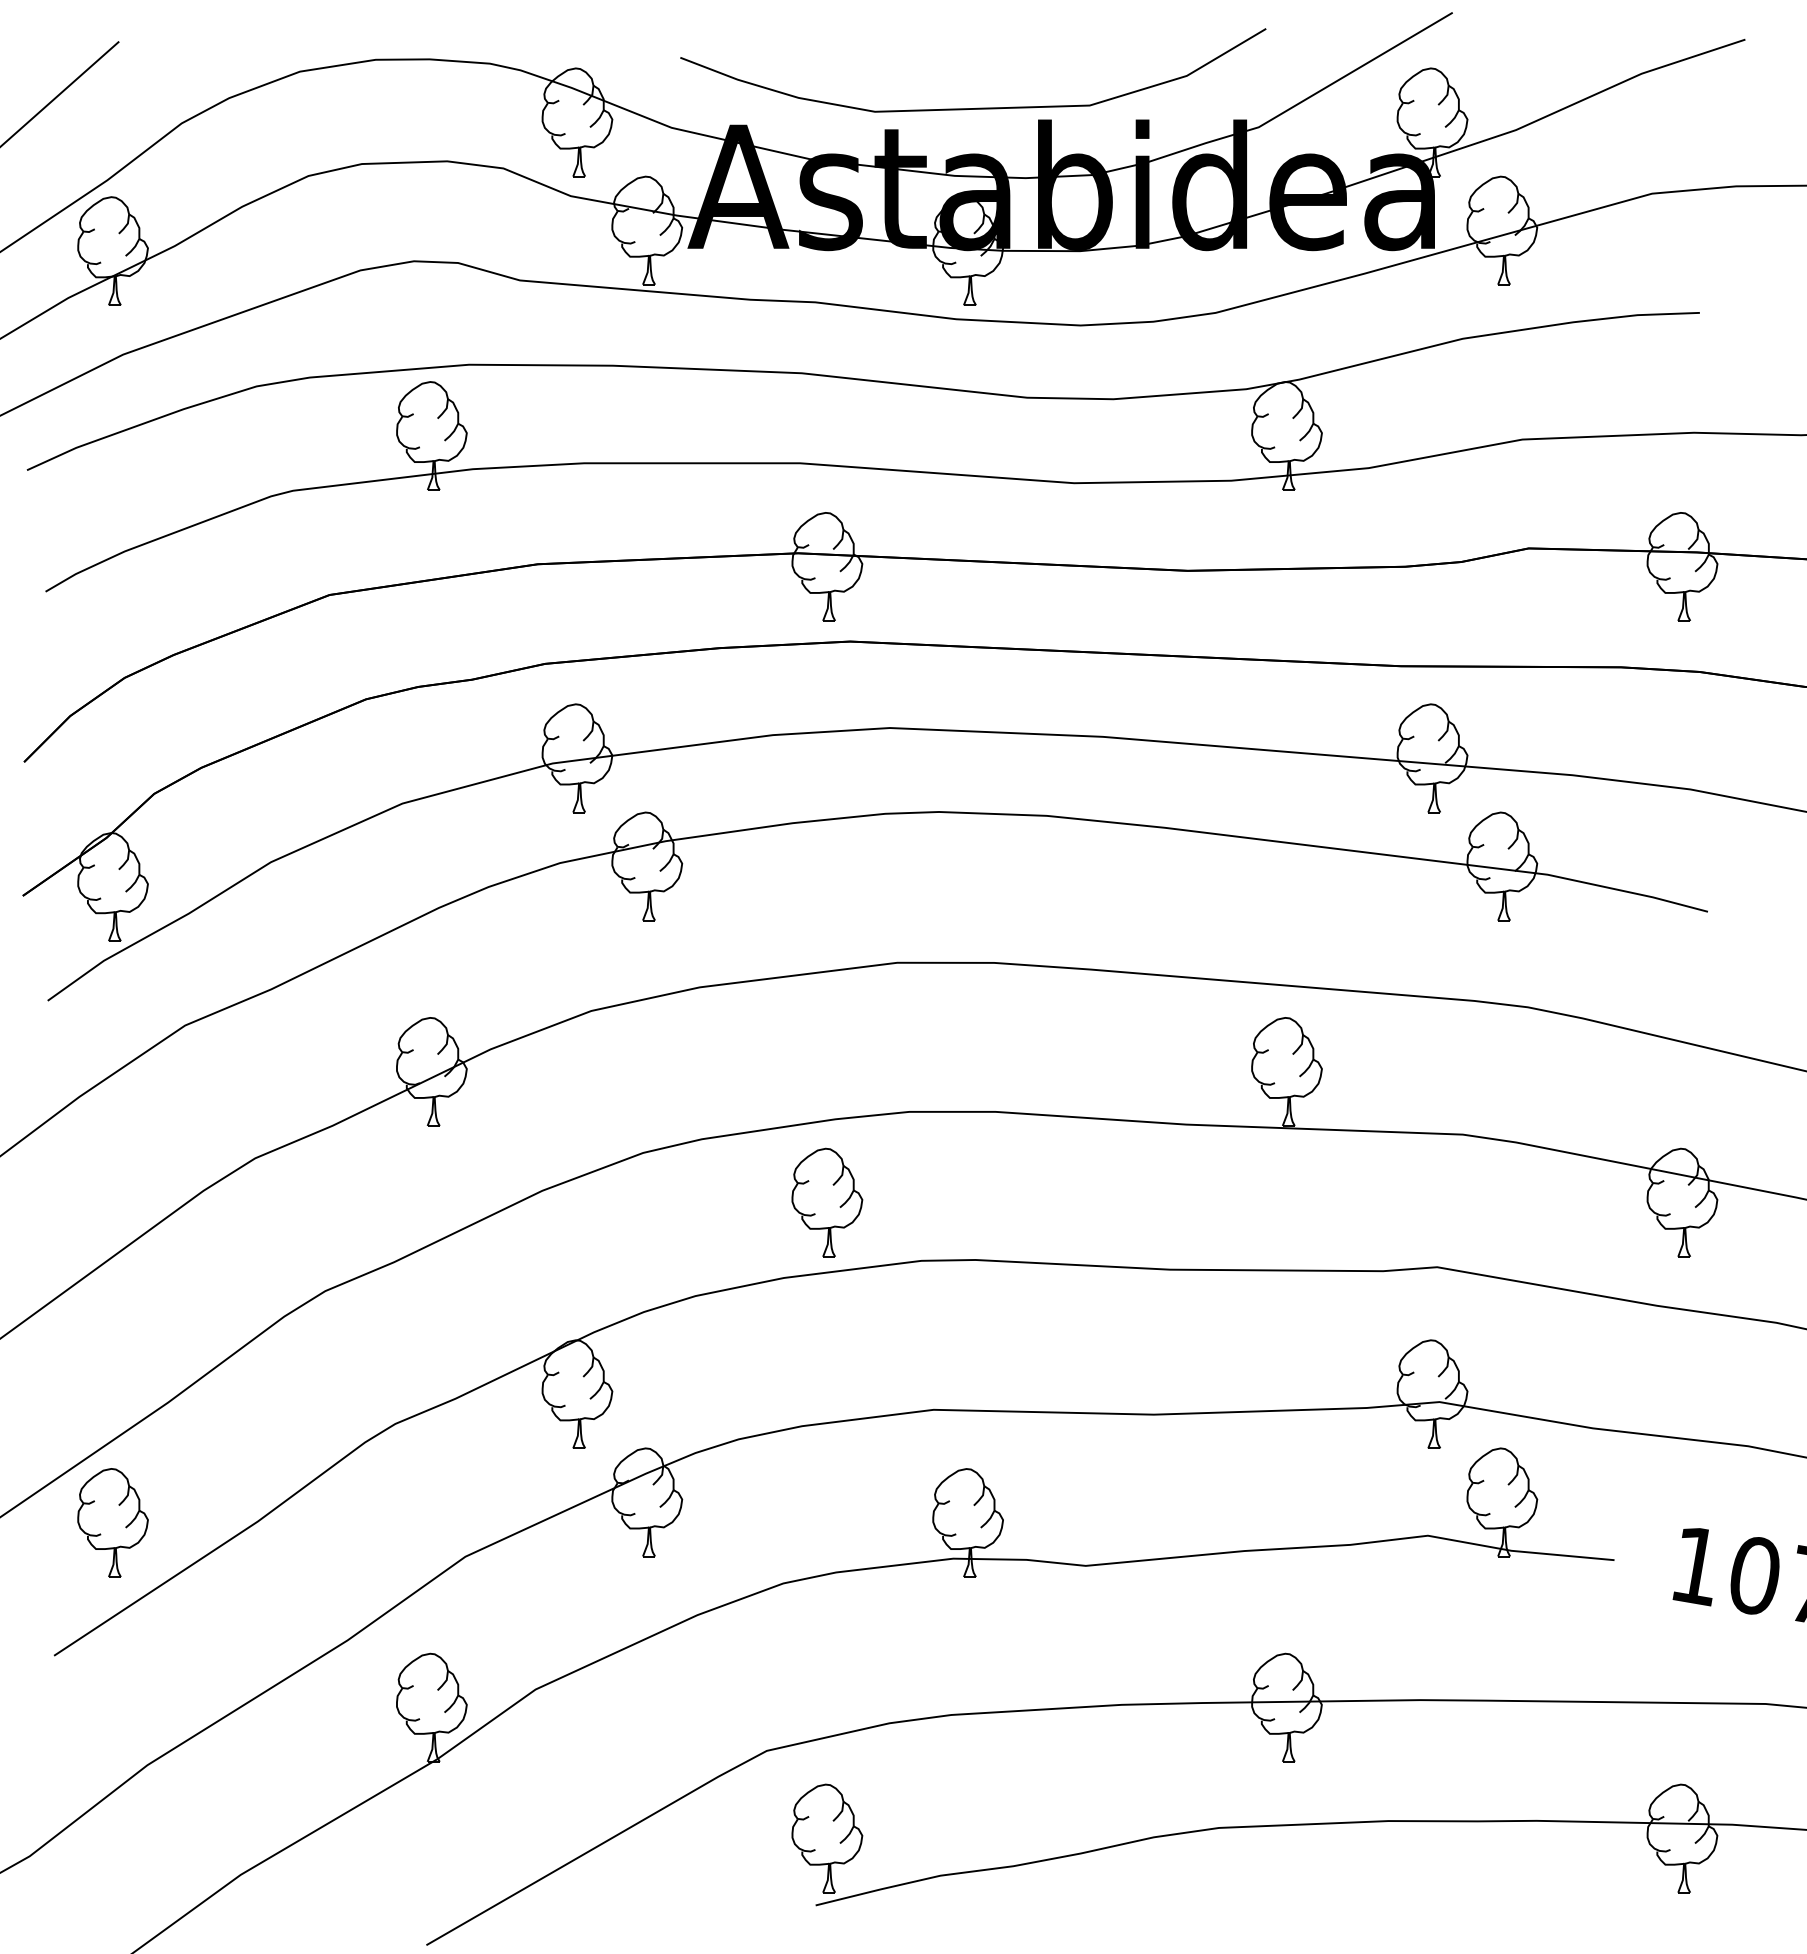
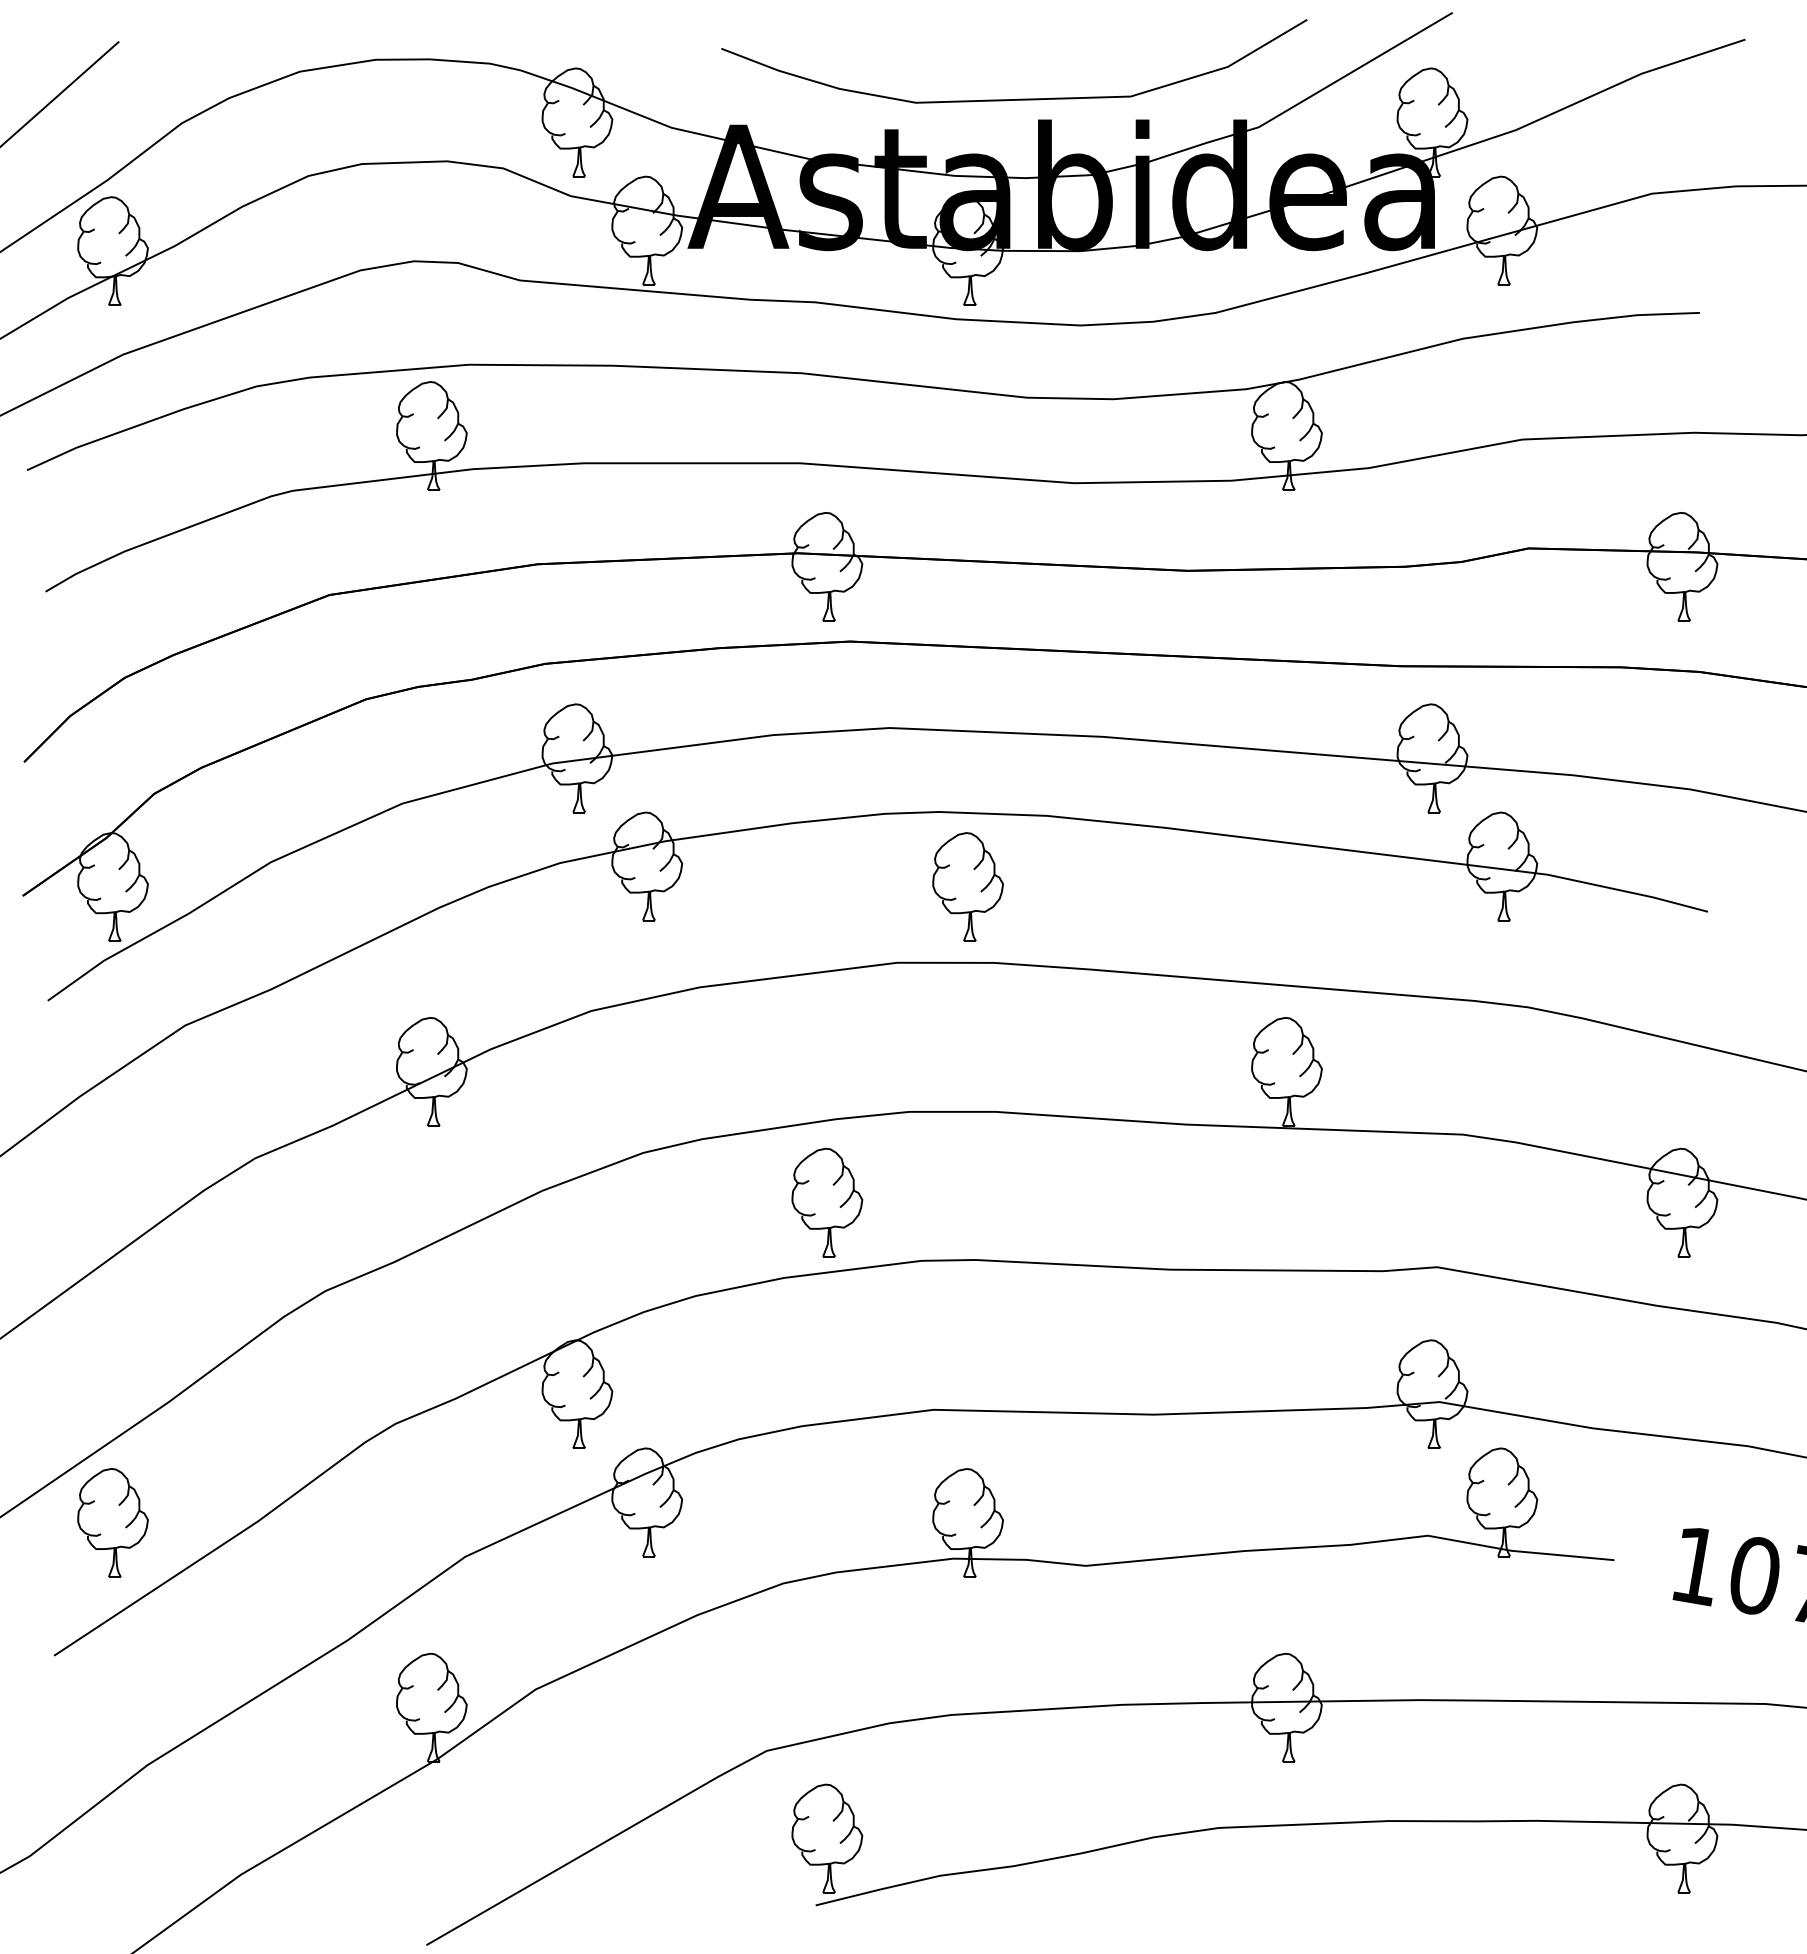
curve at (977, 107) position: (977, 107) -> (1018, 98)
part at (967, 886): none -> present
